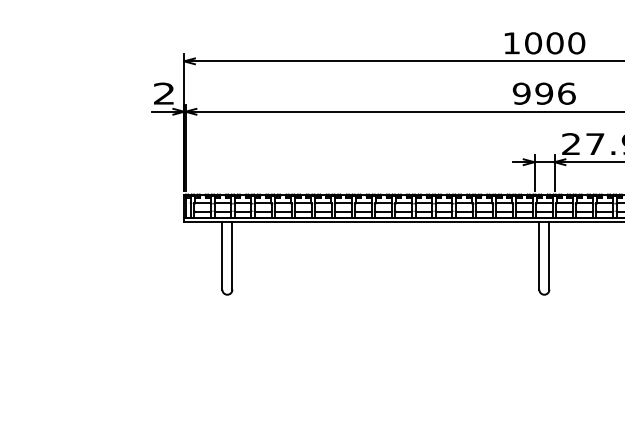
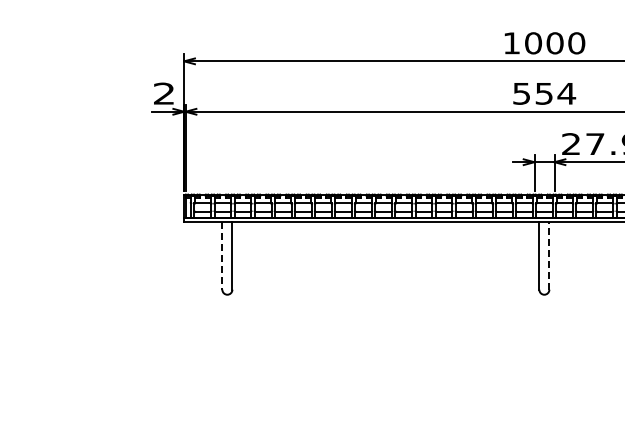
text at (544, 93): 996 -> 554
line at (222, 255): solid -> dashed
line at (549, 255): solid -> dashed
